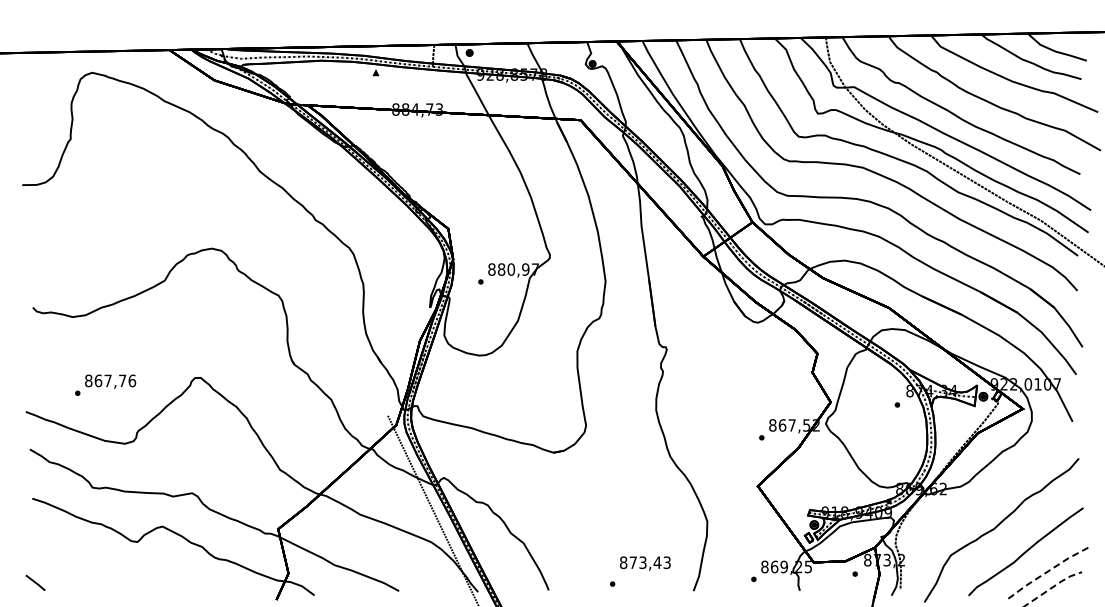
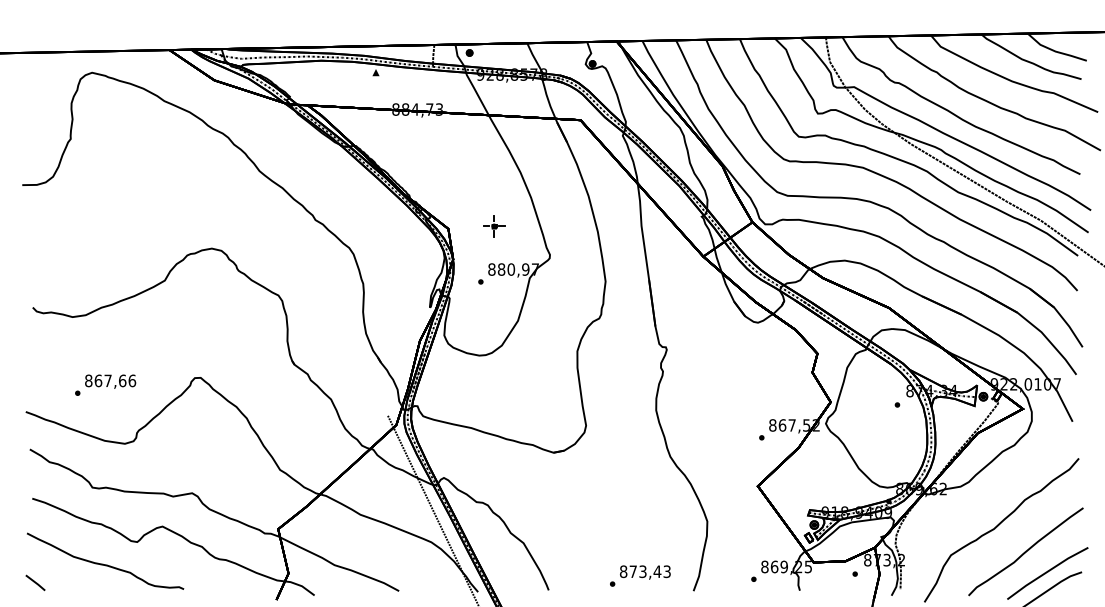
part at (494, 226): none -> present
text at (122, 380): 867,76 -> 867,66
curve at (103, 563): none -> present
text at (645, 563) position: (645, 563) -> (645, 572)
line at (1046, 572): dashed -> solid
line at (1053, 586): dashed -> solid
